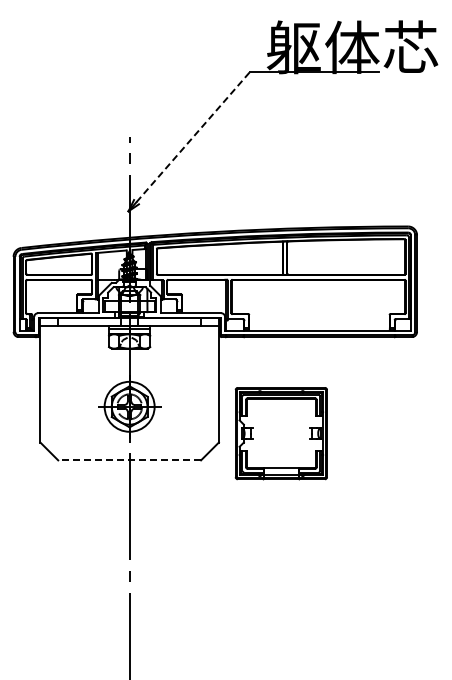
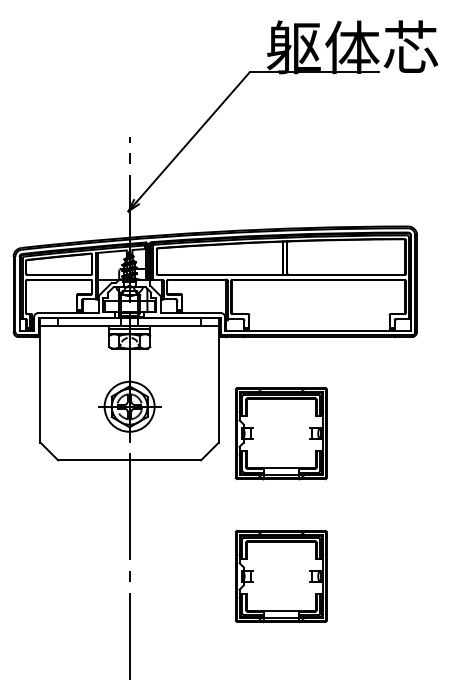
line at (193, 136): dashed -> solid
line at (129, 460): dashed -> solid
part at (280, 576): none -> present
